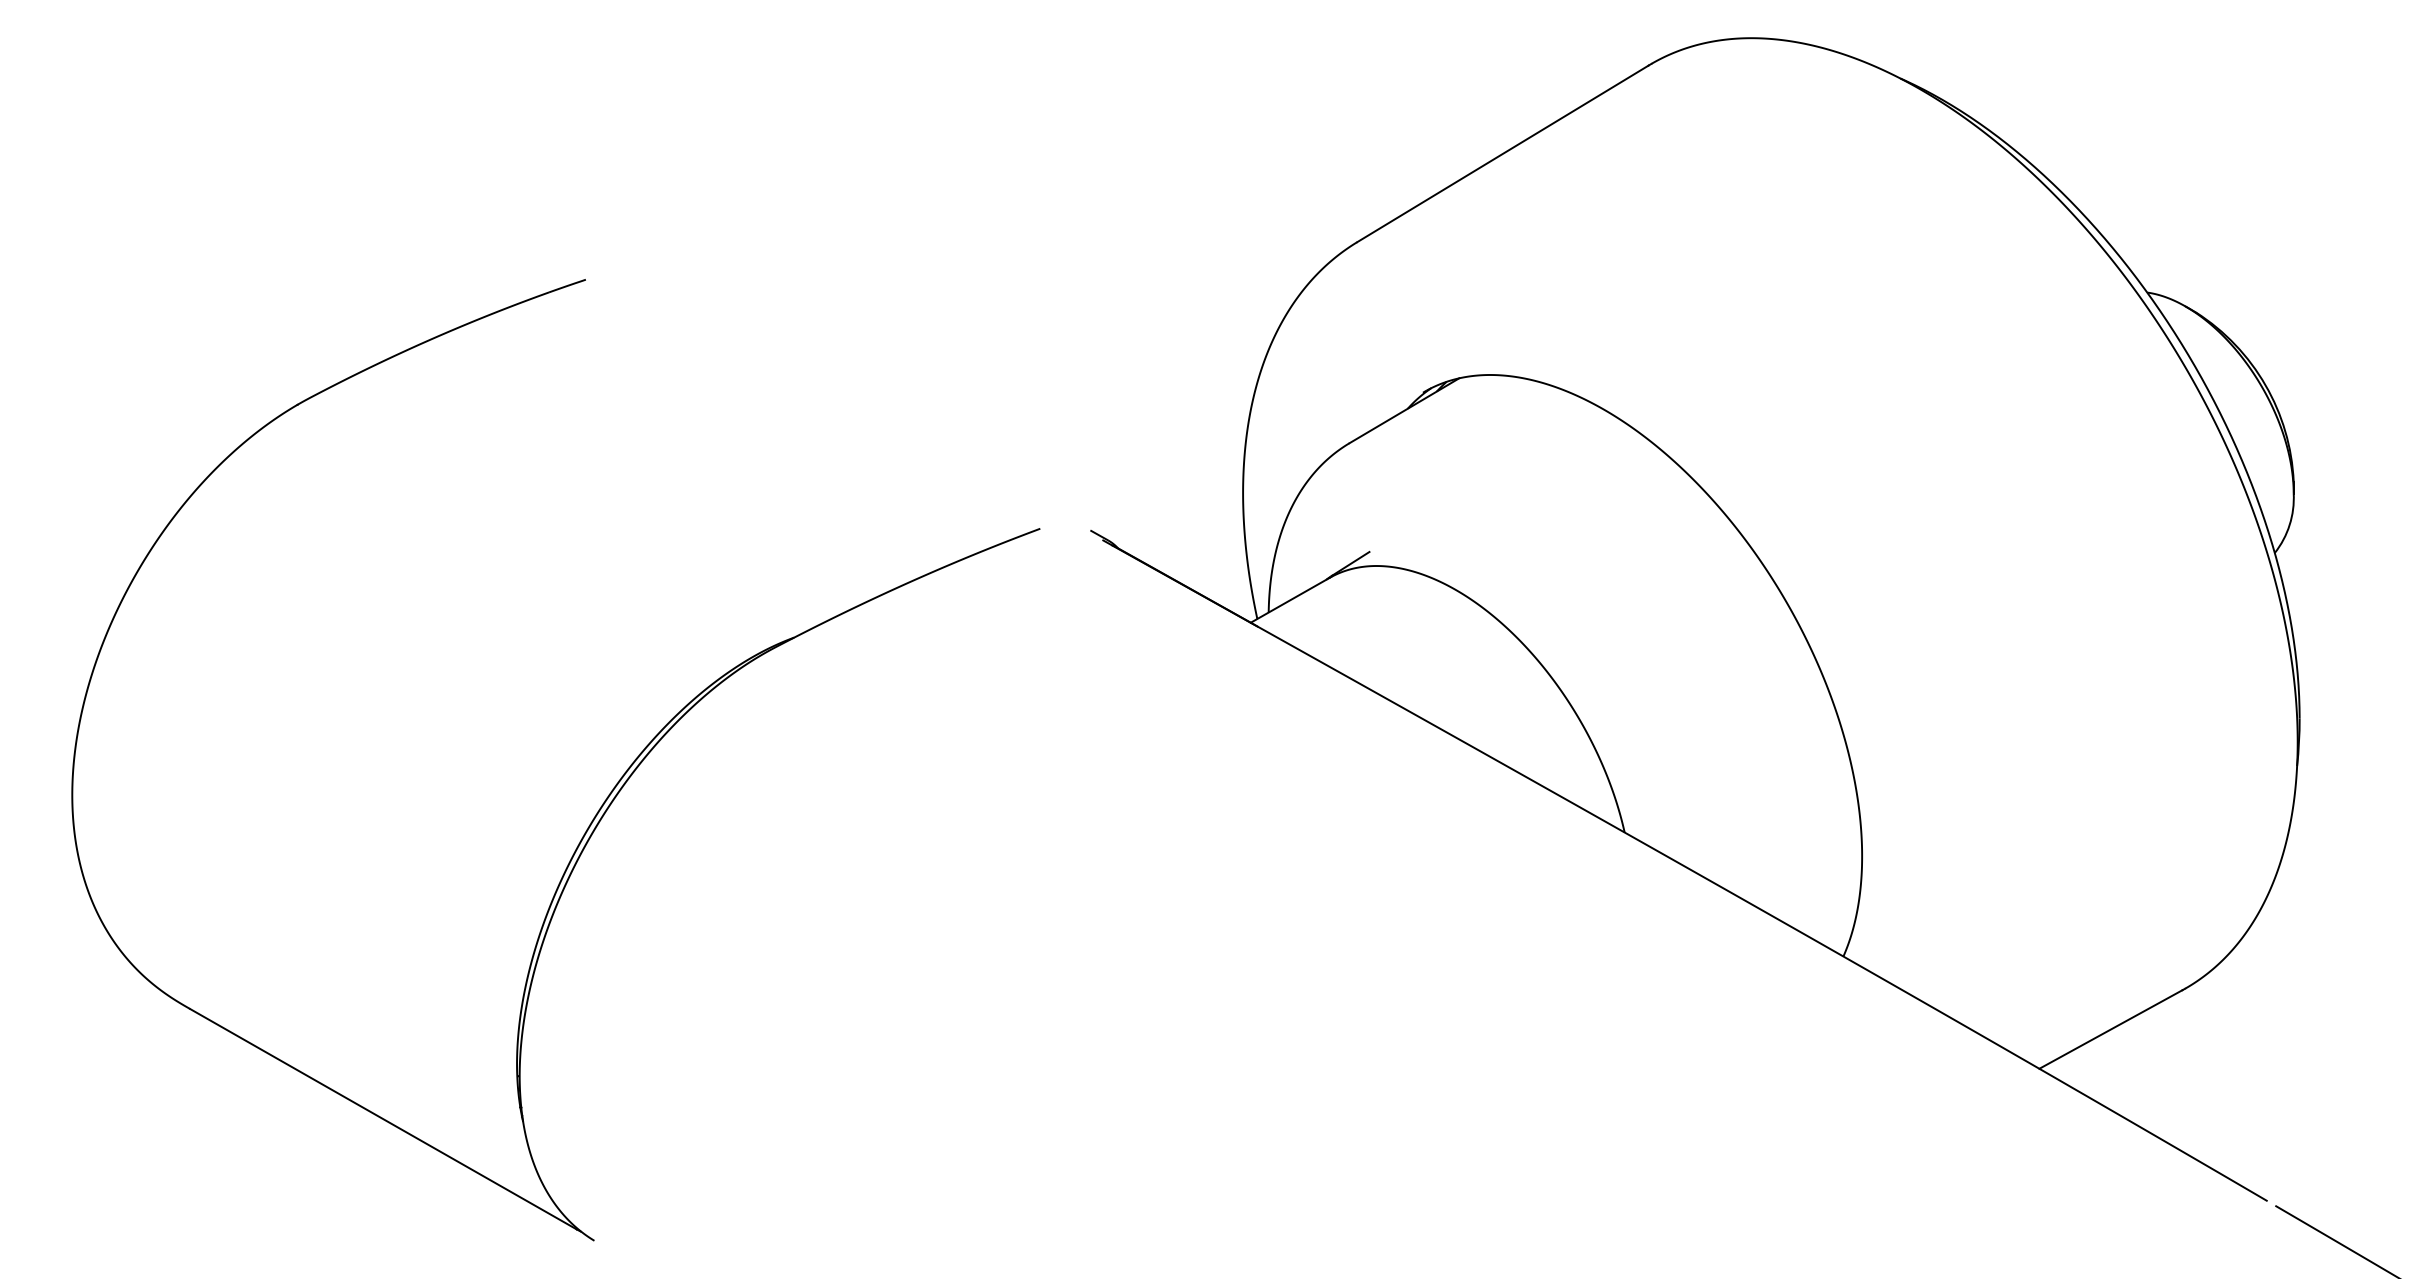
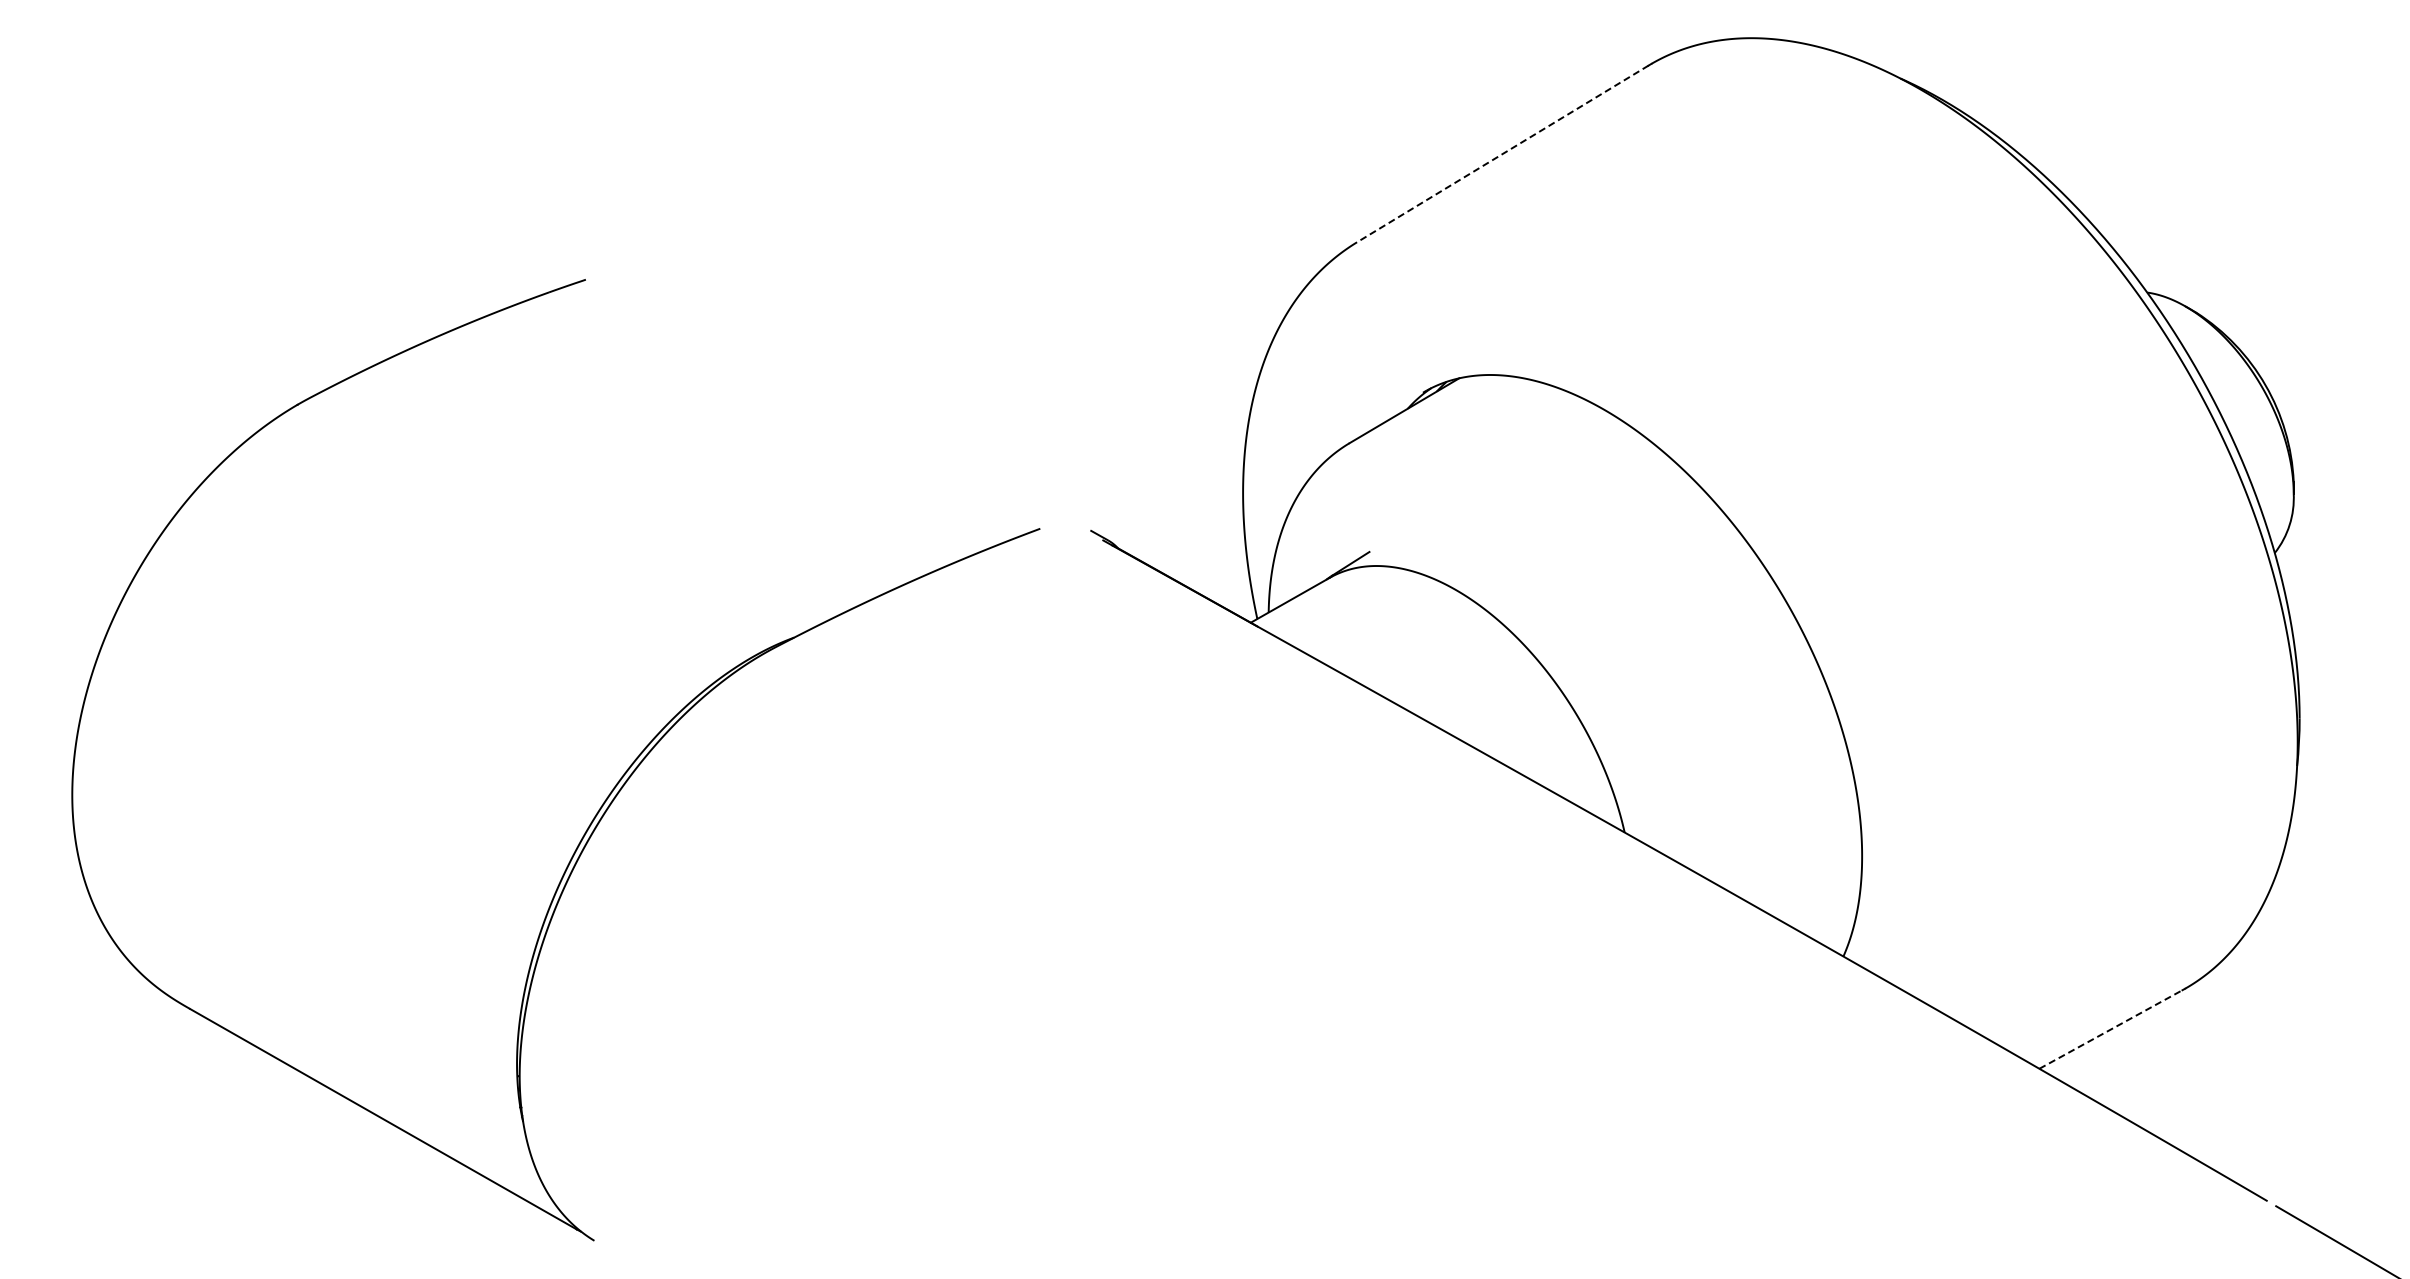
line at (1502, 154): solid -> dashed
line at (2110, 1029): solid -> dashed
